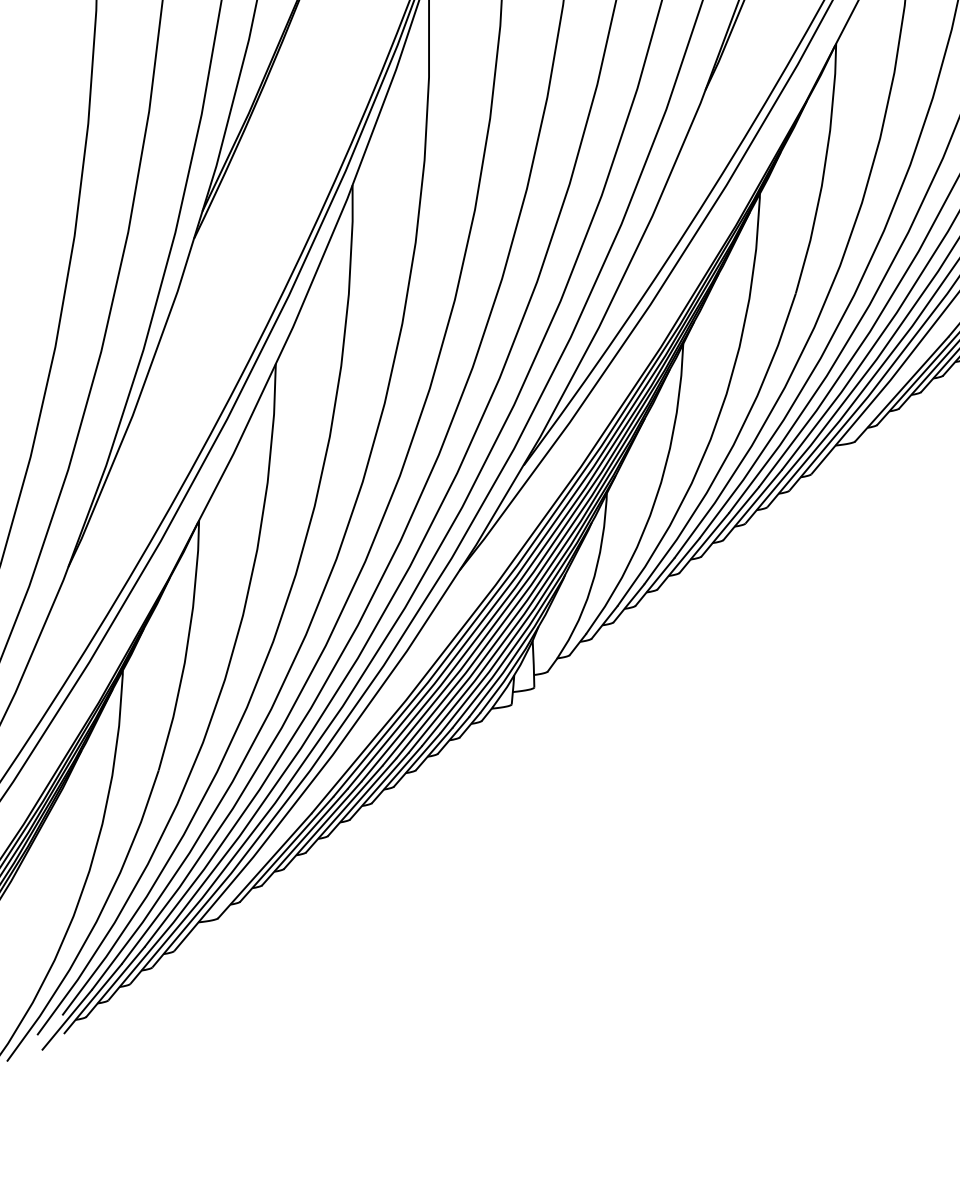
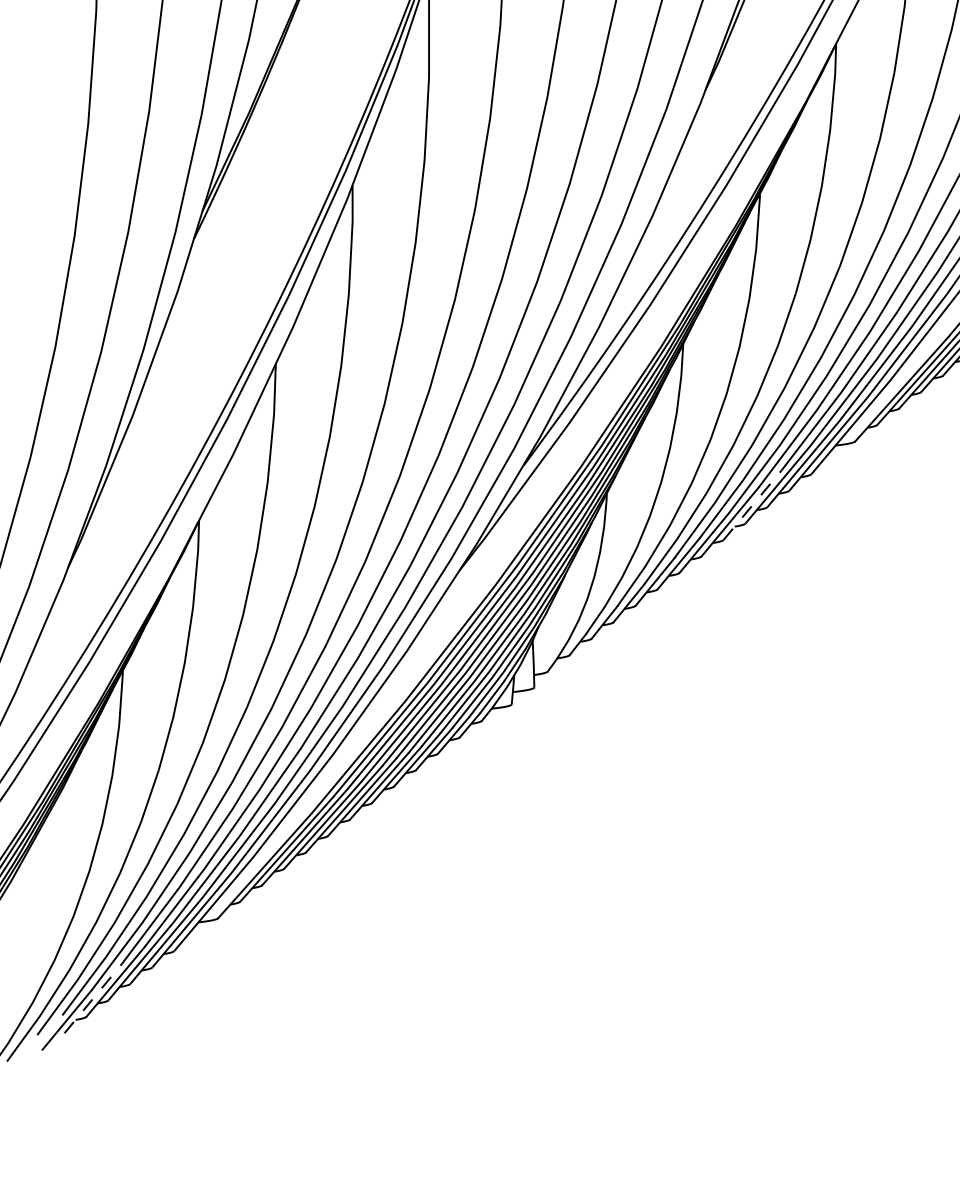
line at (752, 504): solid -> dashed
line at (93, 998): solid -> dashed
